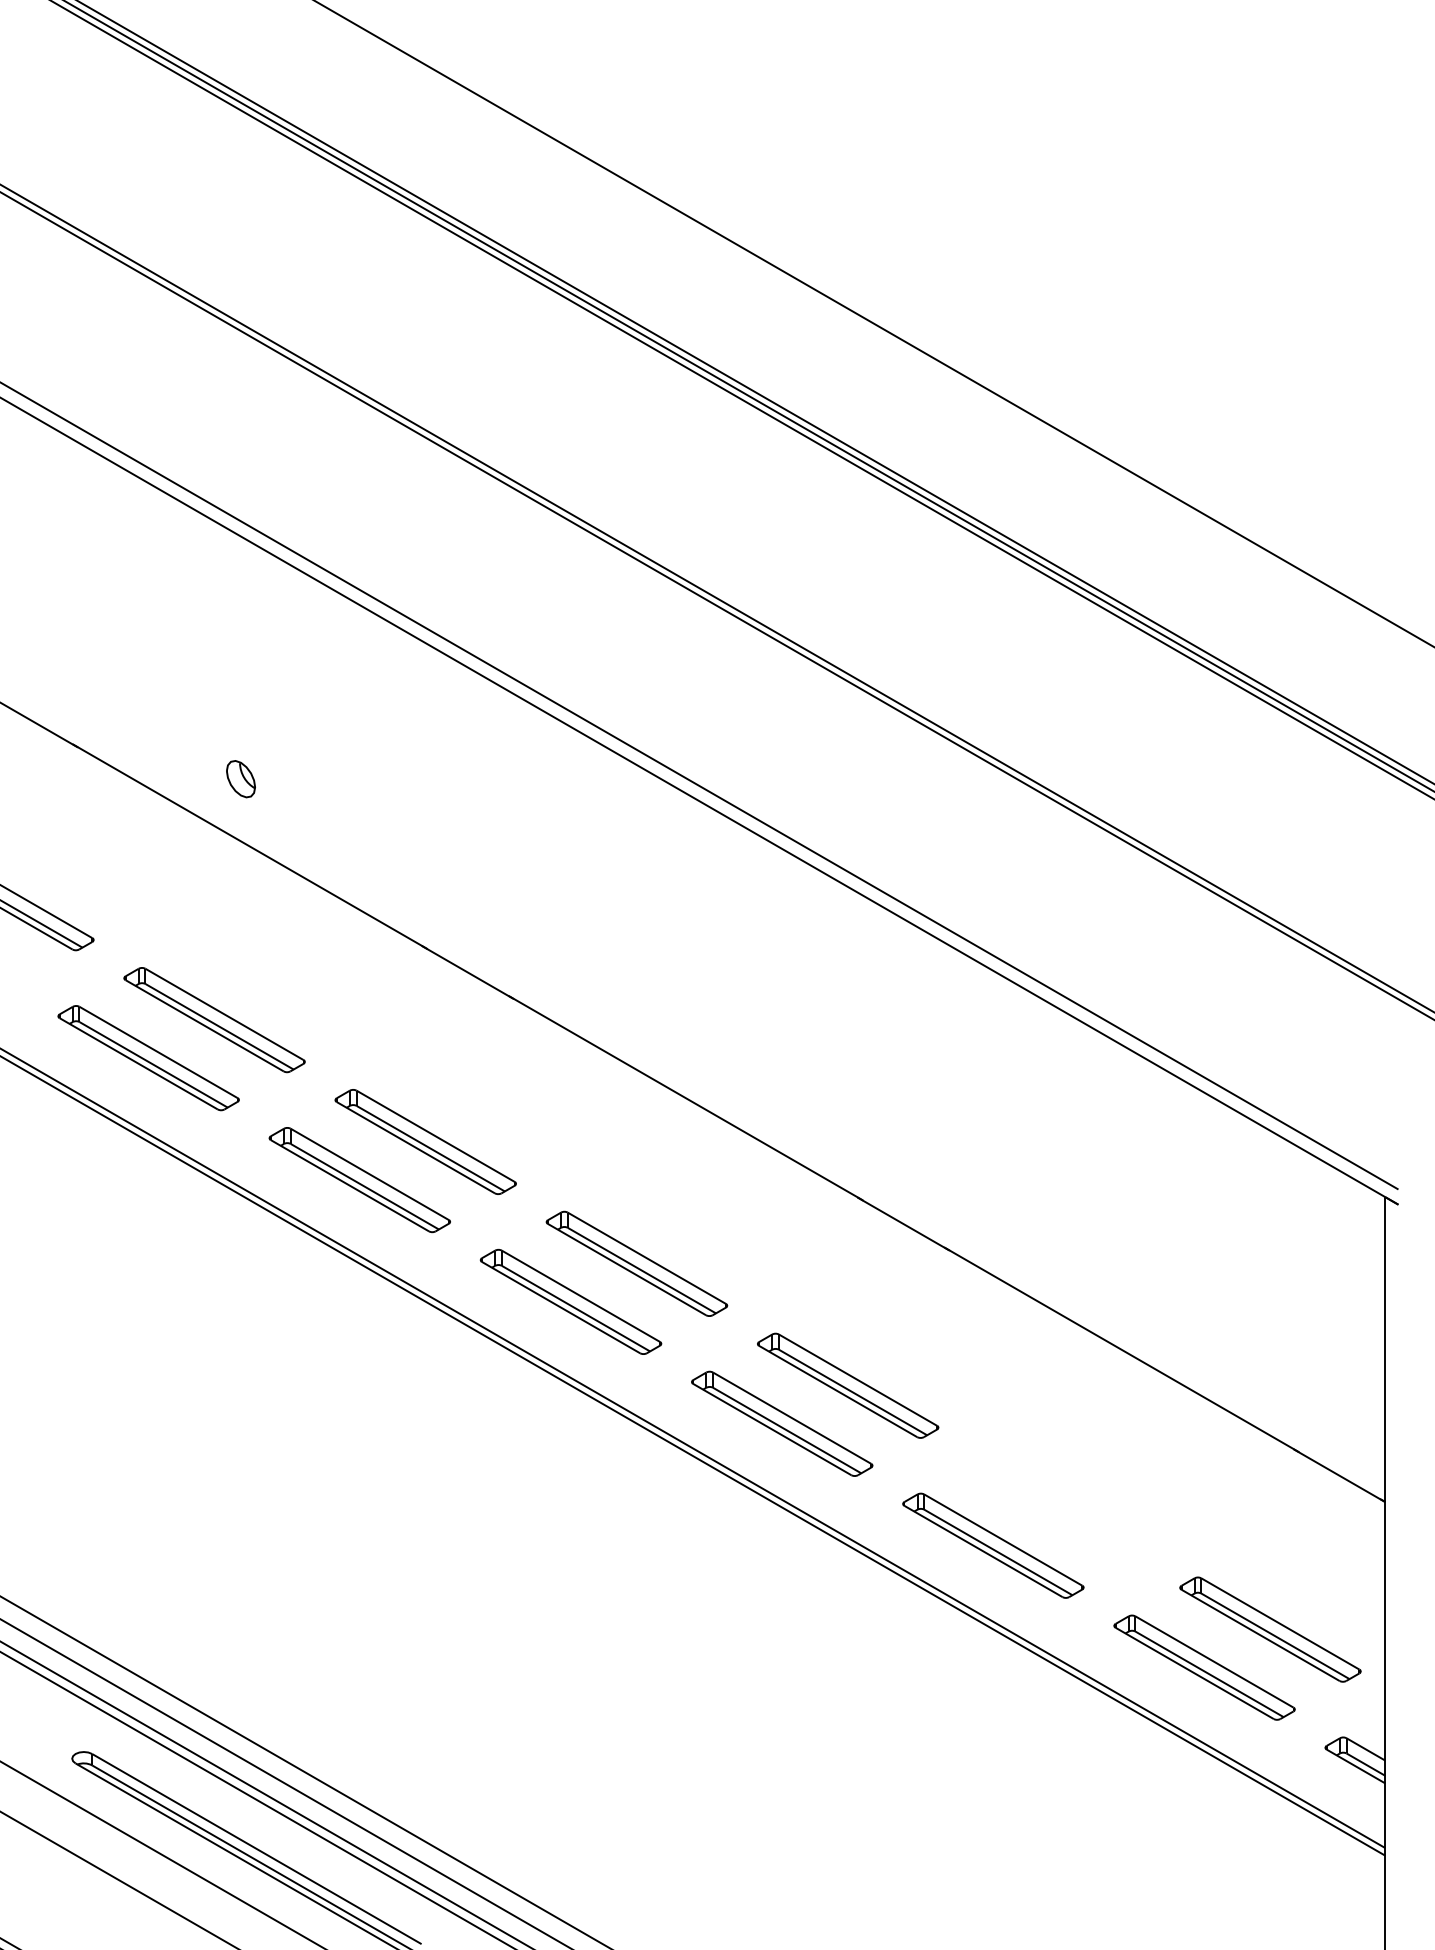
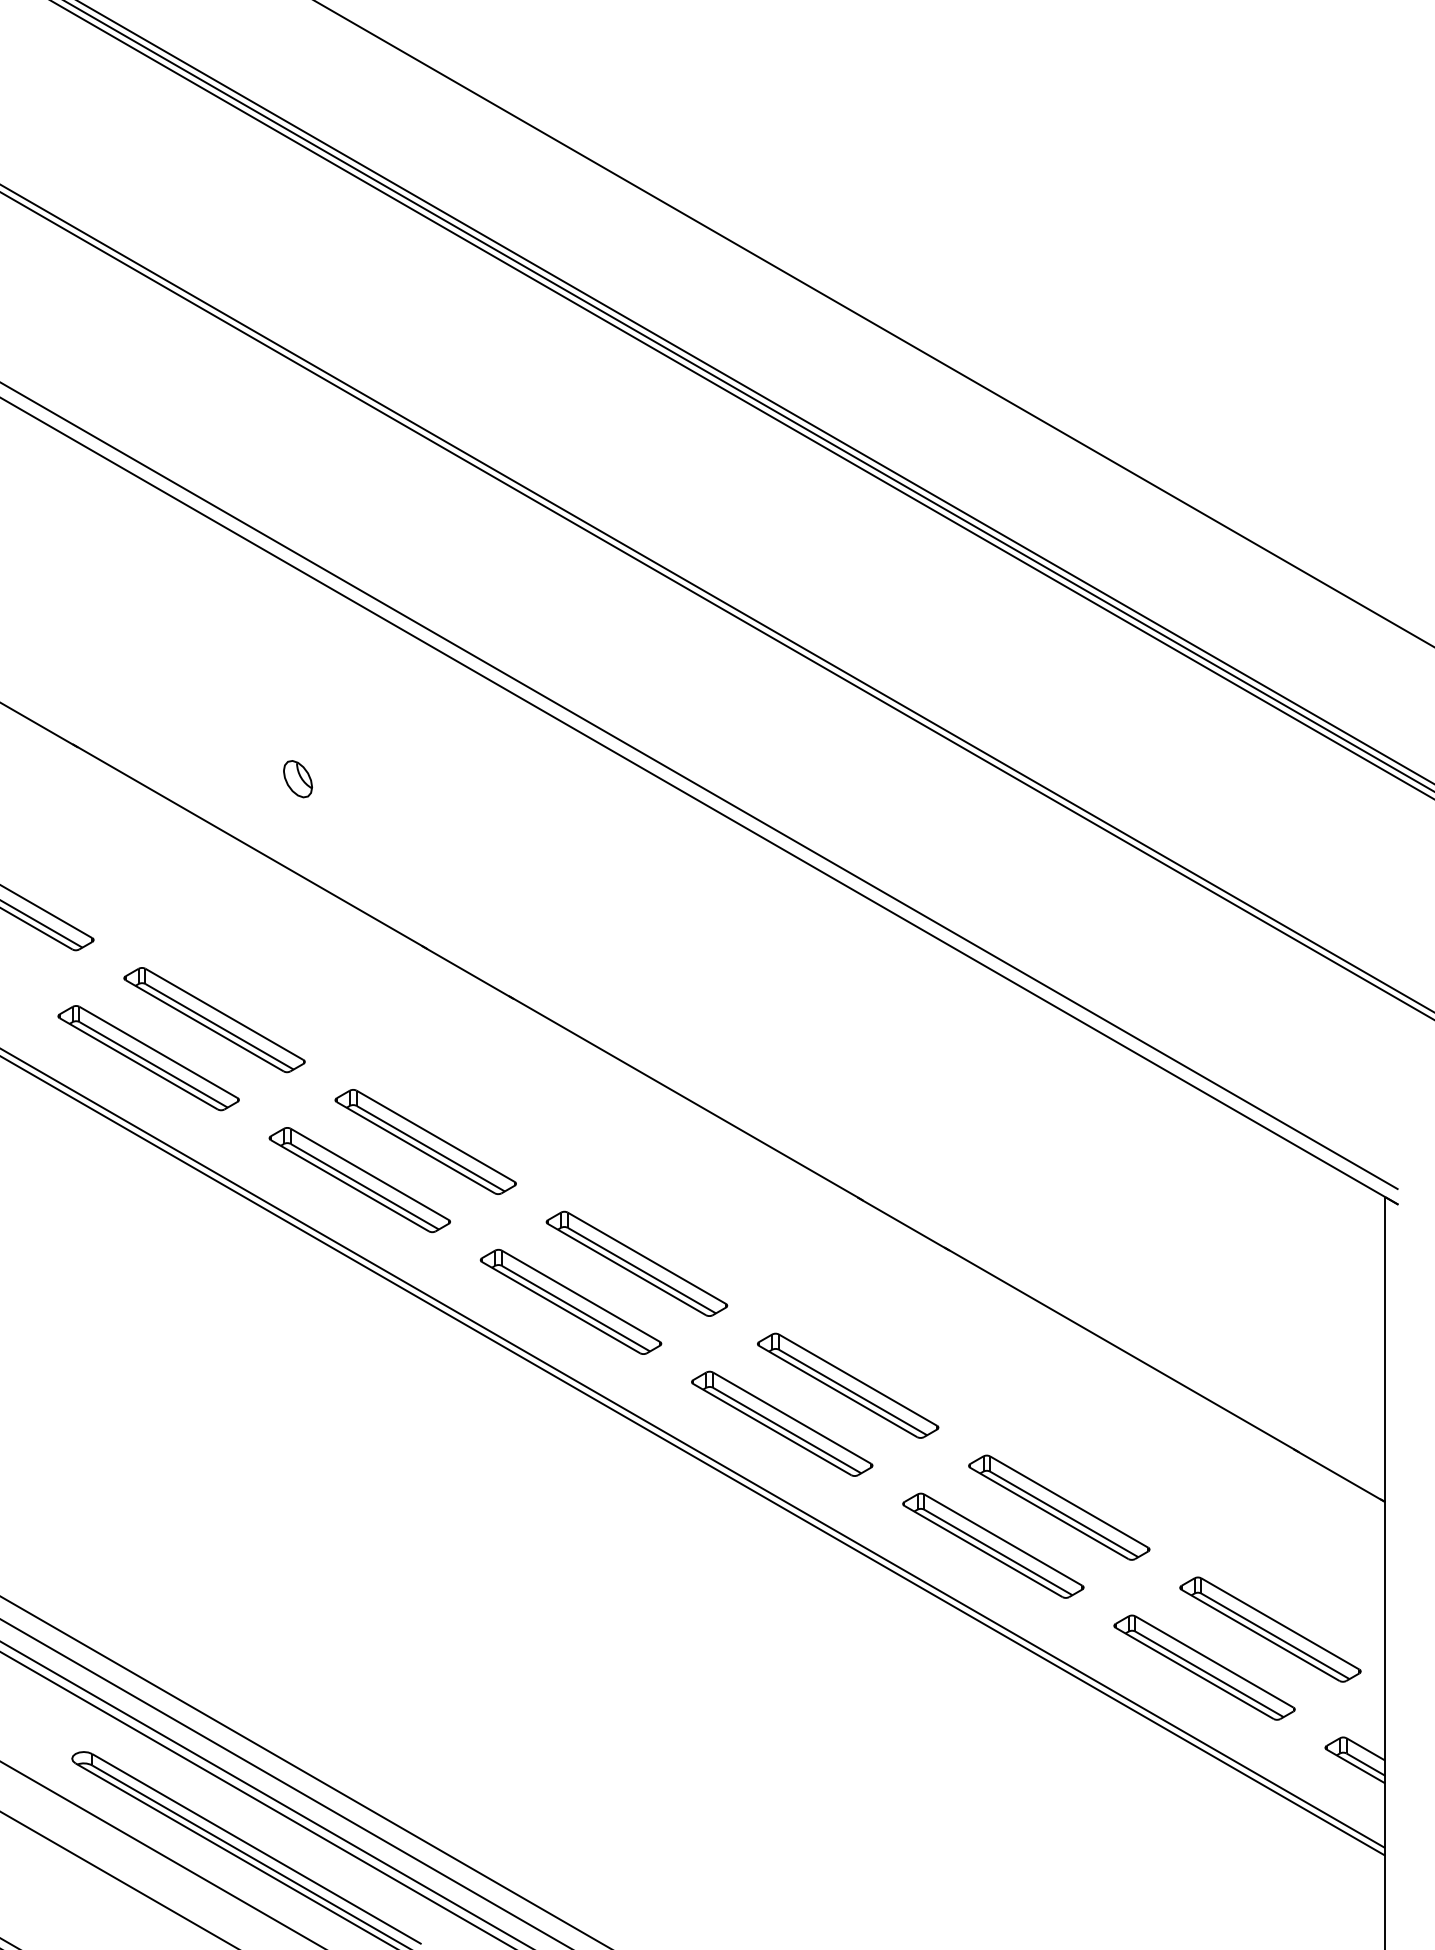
part at (240, 779) position: (240, 779) -> (297, 779)
part at (1059, 1507): none -> present
